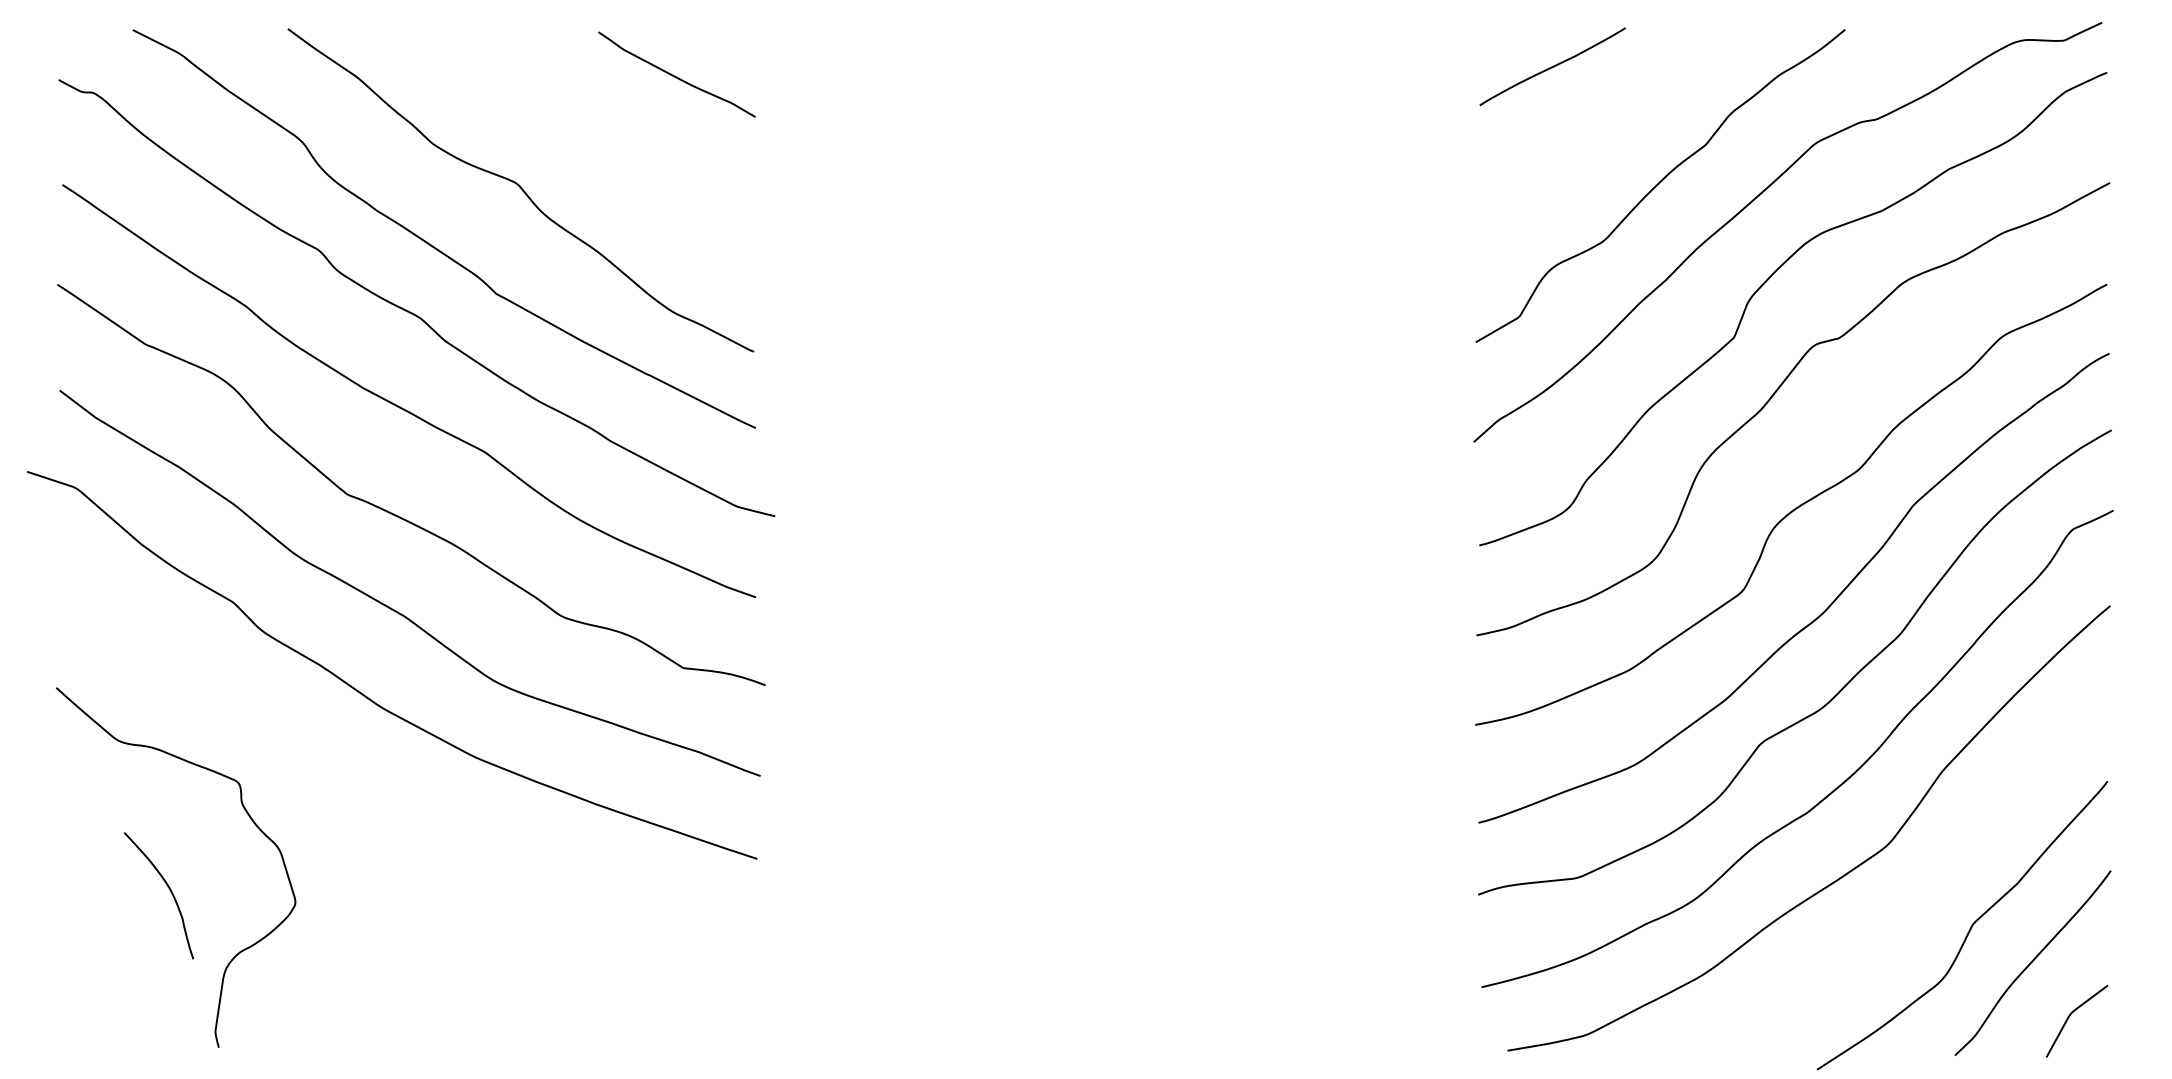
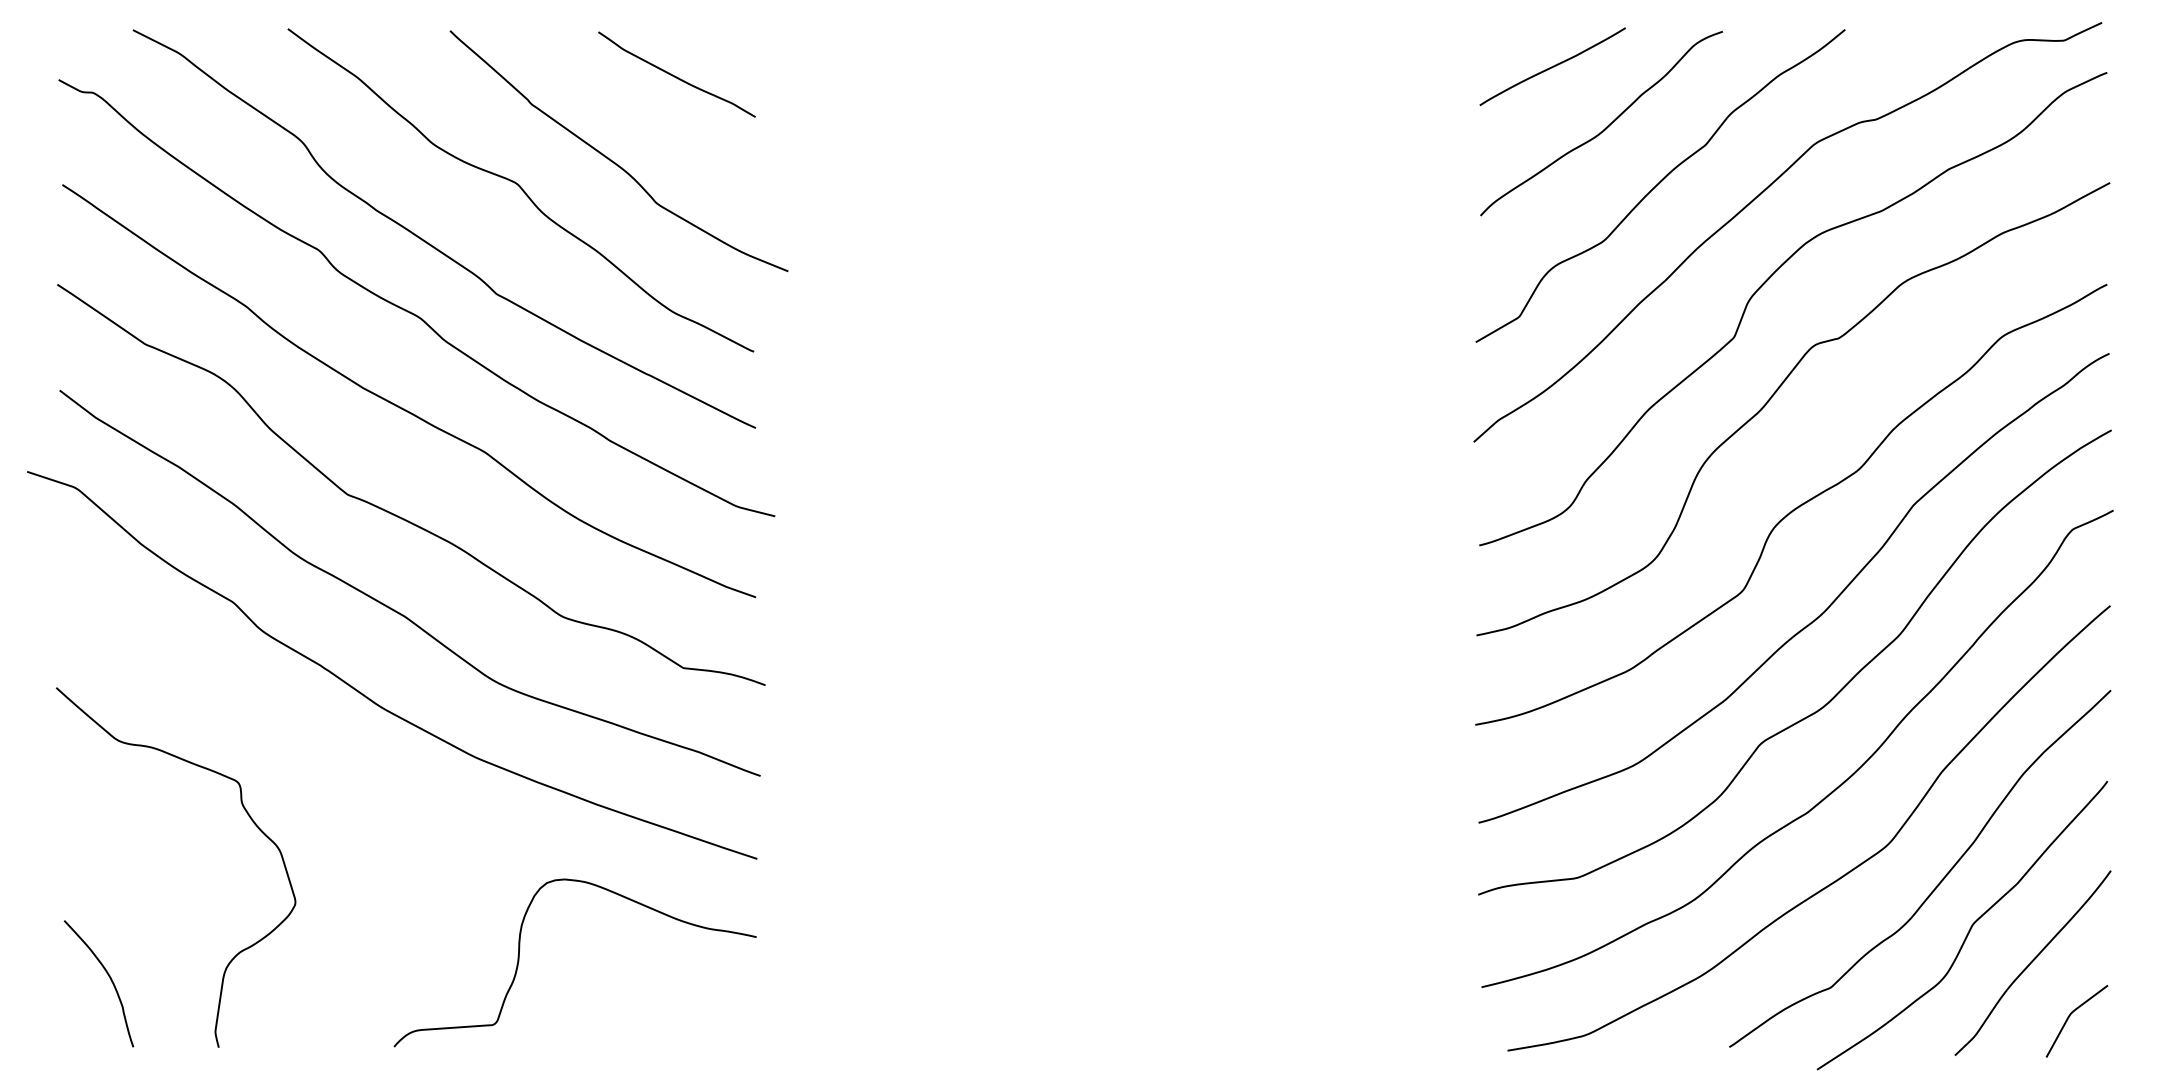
curve at (1605, 127): none -> present
curve at (611, 159): none -> present
curve at (1940, 880): none -> present
curve at (169, 890) position: (169, 890) -> (109, 978)
curve at (519, 961): none -> present
